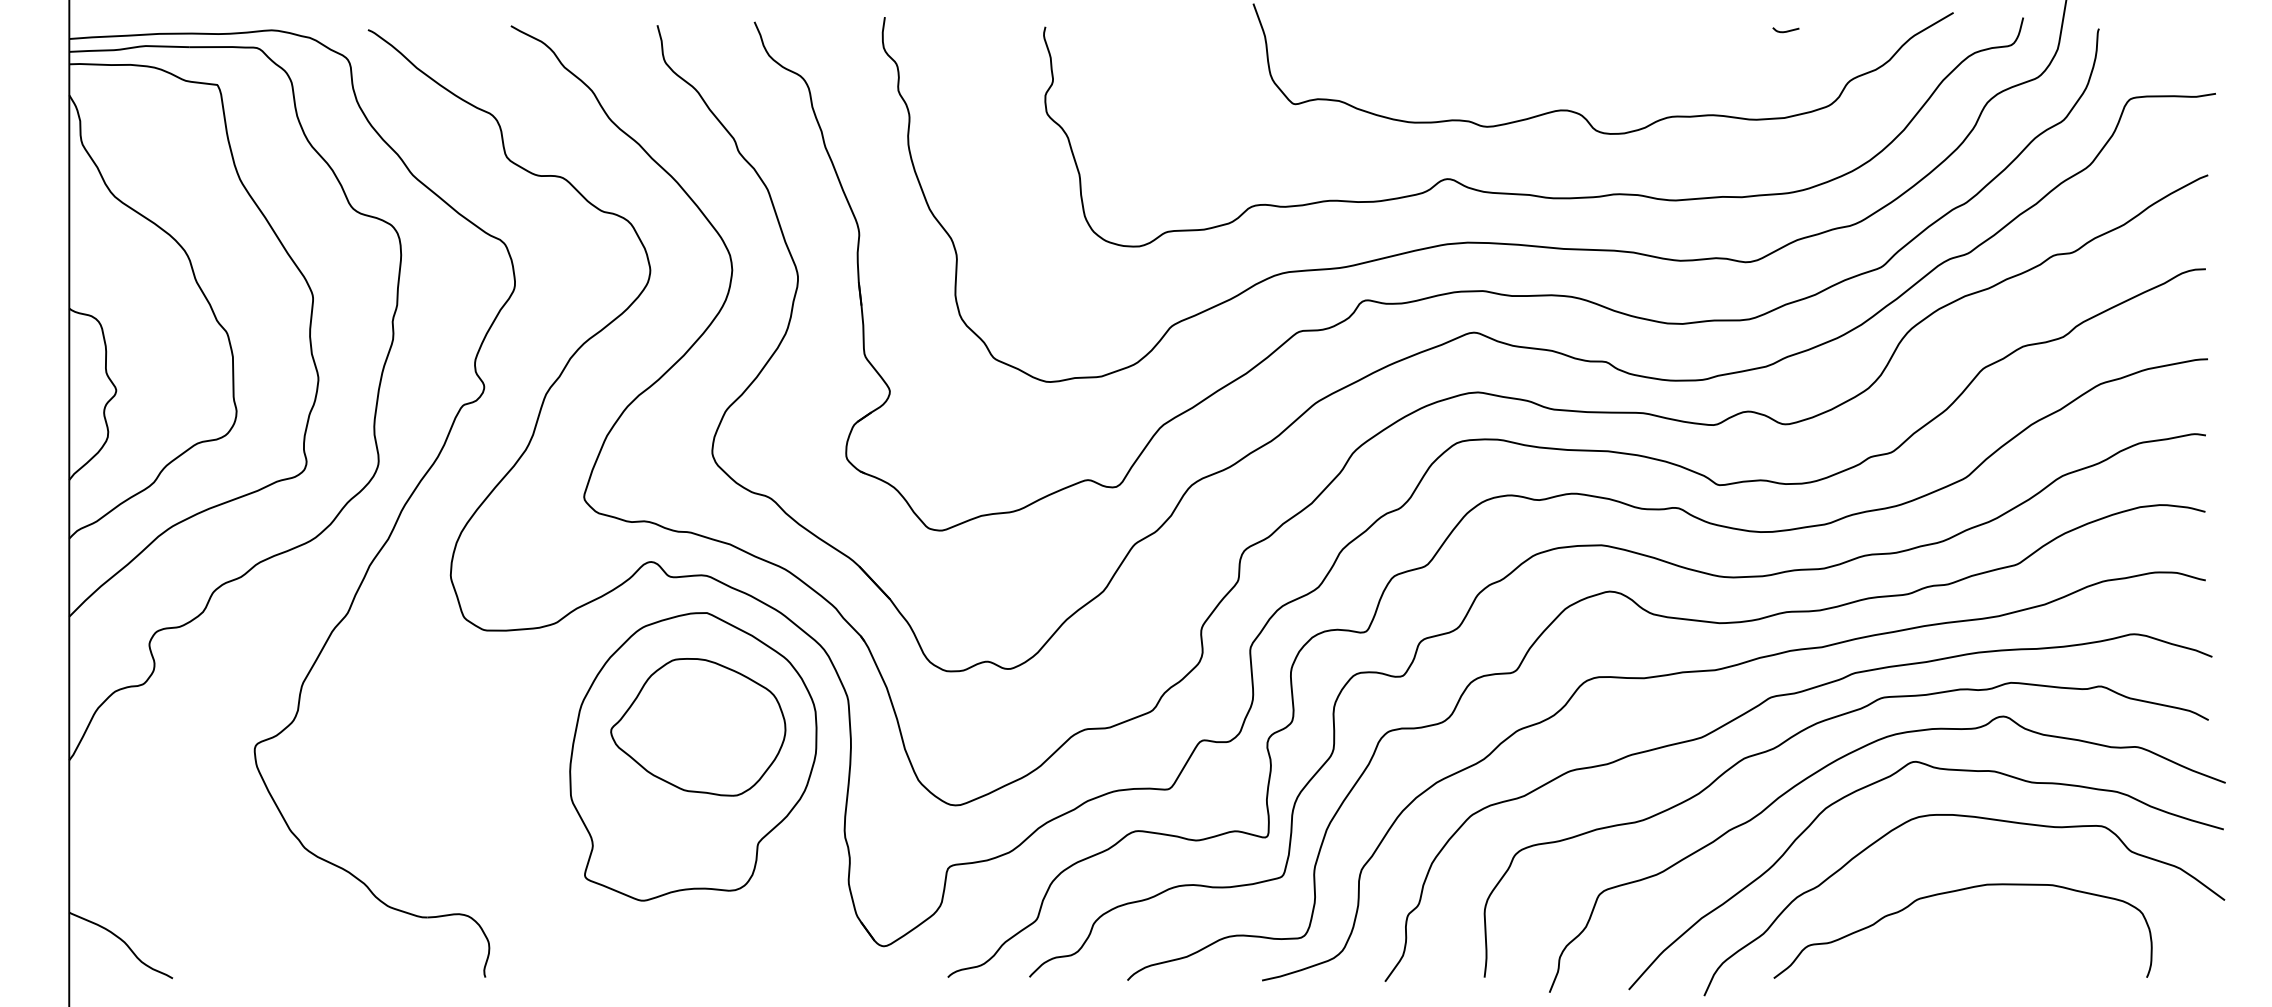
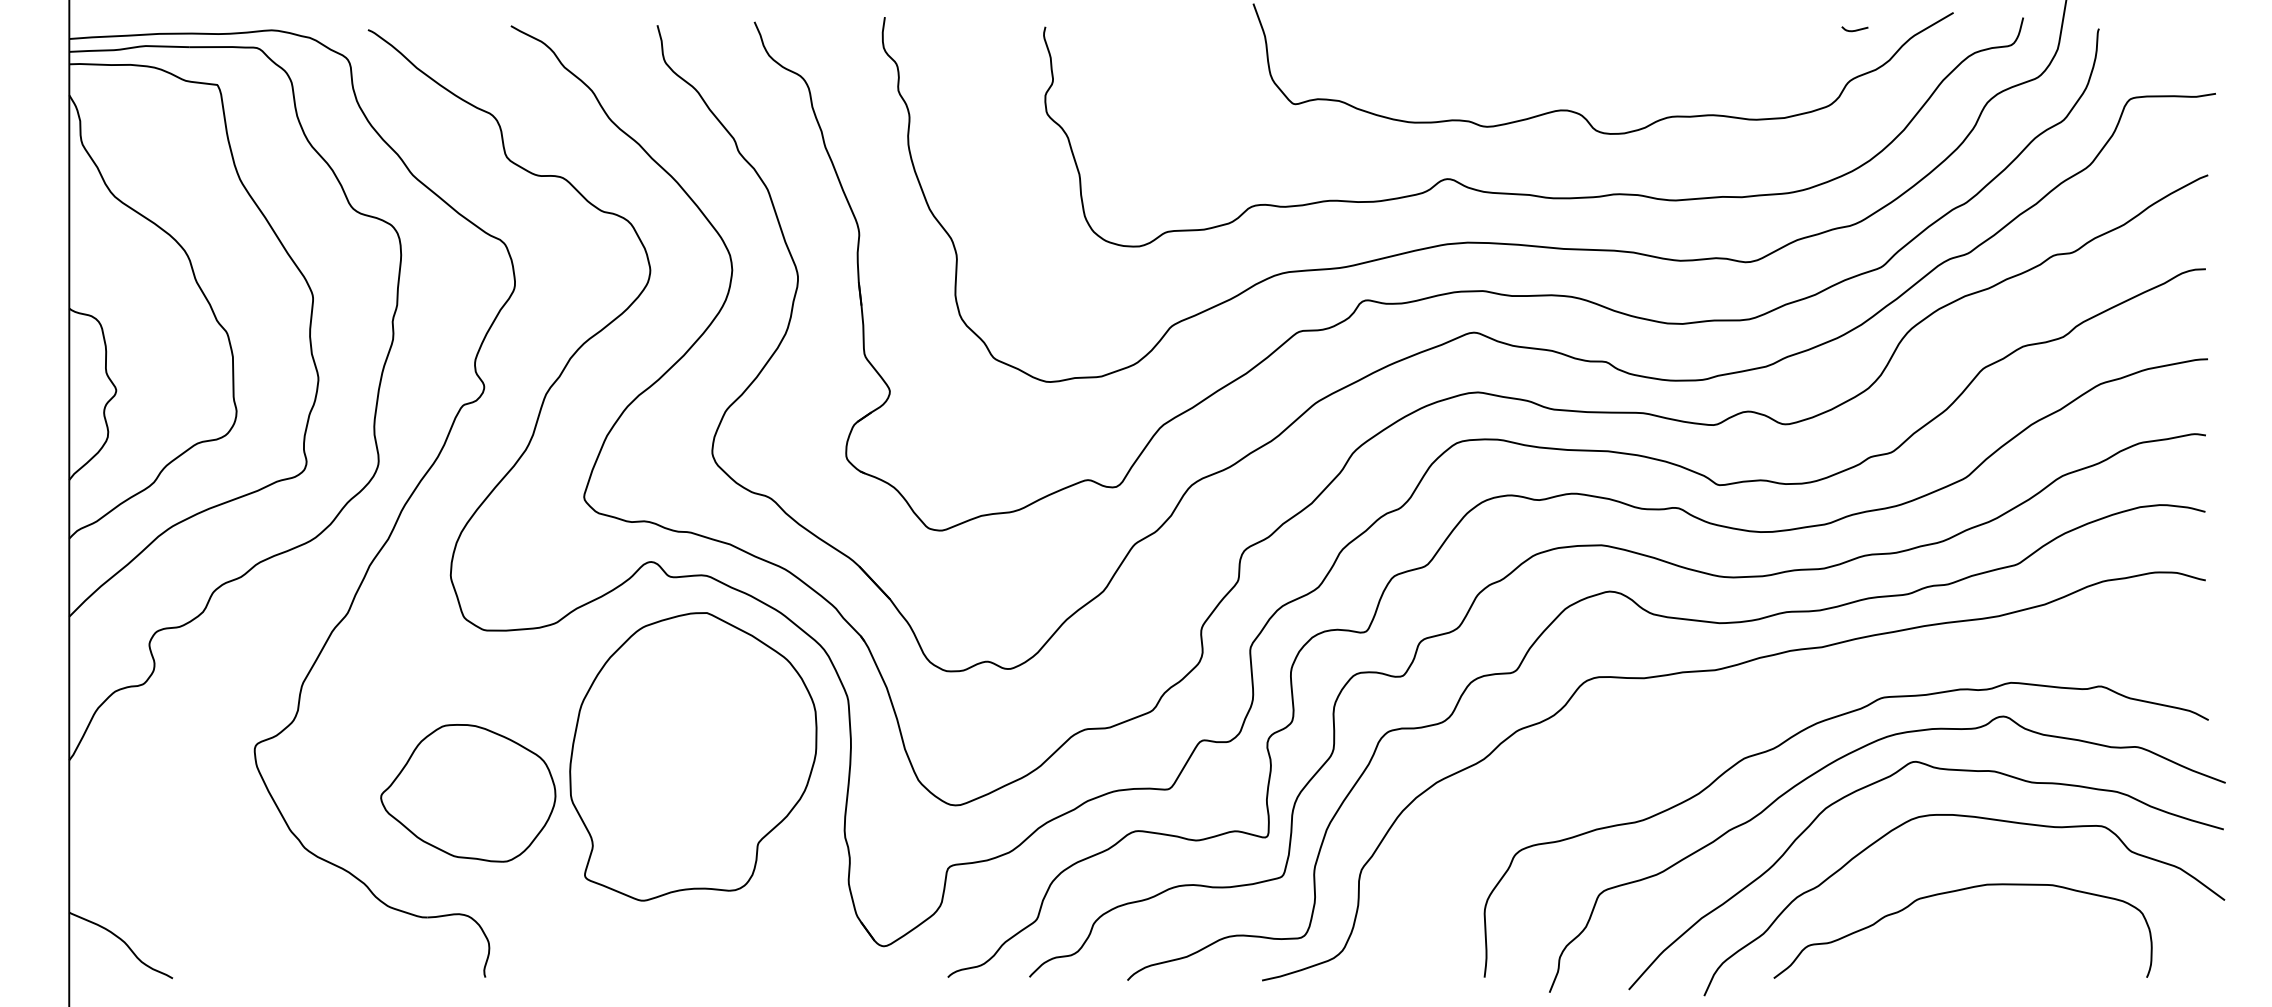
curve at (1786, 30) position: (1786, 30) -> (1855, 29)
curve at (1747, 713): present -> none
part at (698, 727) position: (698, 727) -> (468, 793)
